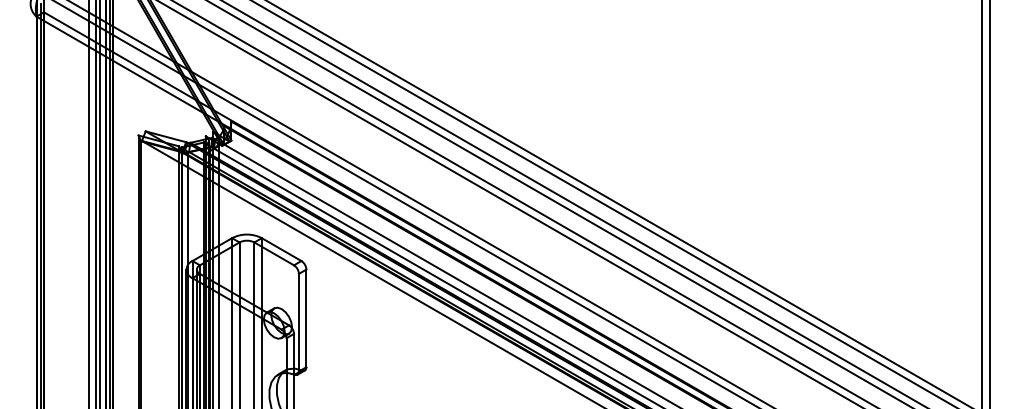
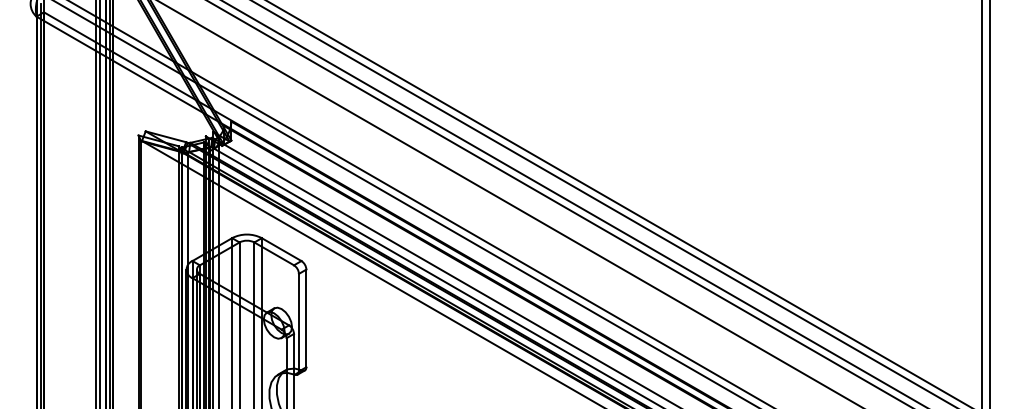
line at (88, 203): present -> none
line at (524, 203): present -> none
